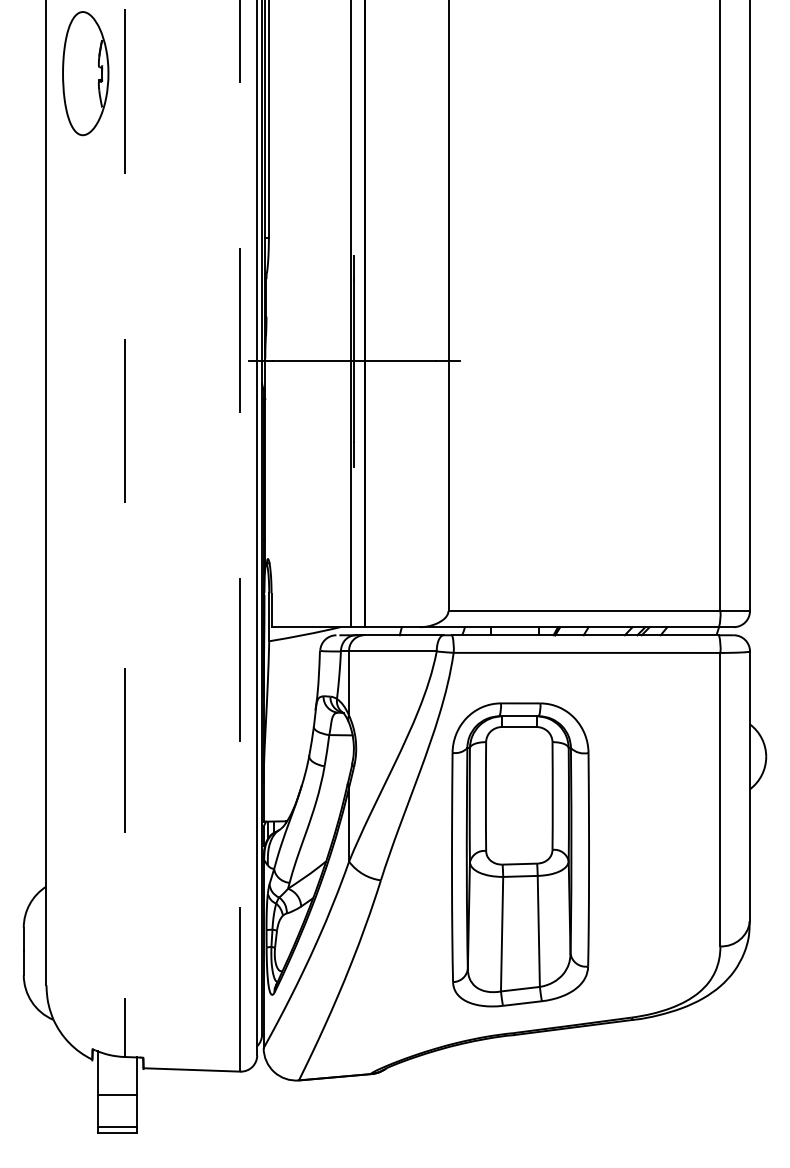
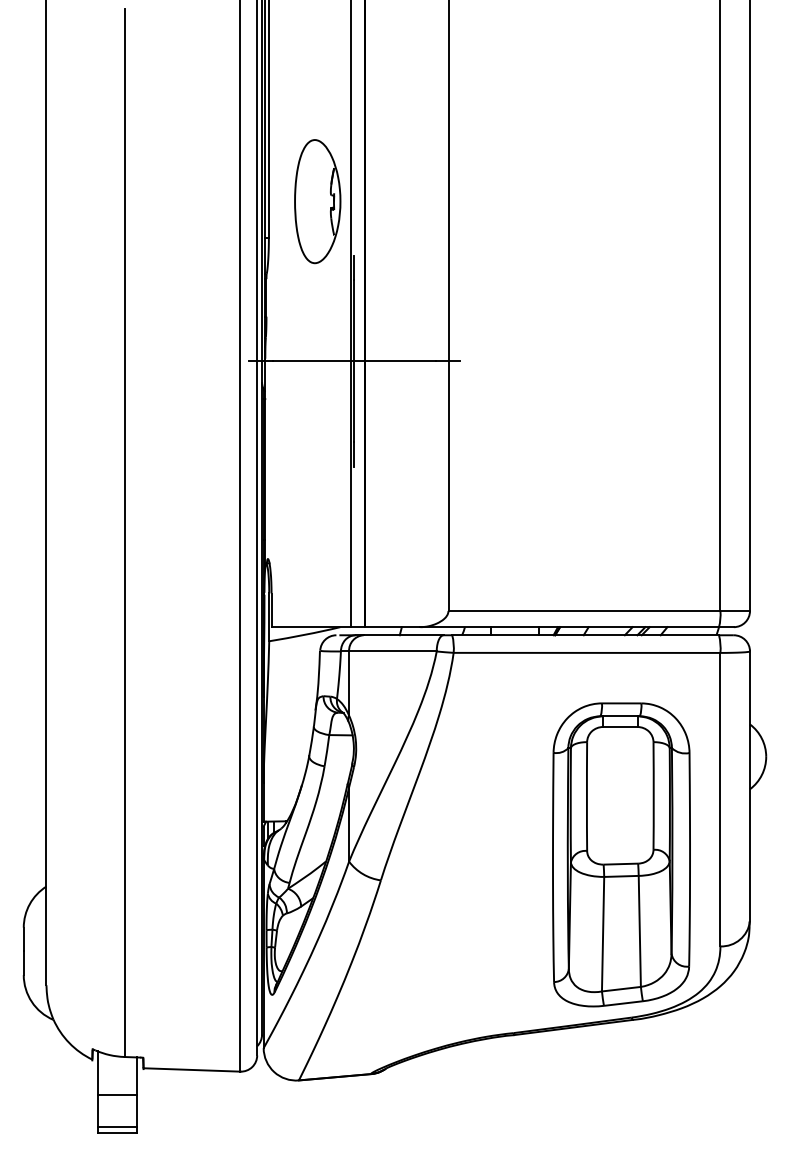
part at (85, 73) position: (85, 73) -> (317, 201)
line at (124, 533): dashed -> solid
line at (240, 535): dashed -> solid
part at (520, 854) position: (520, 854) -> (621, 854)
